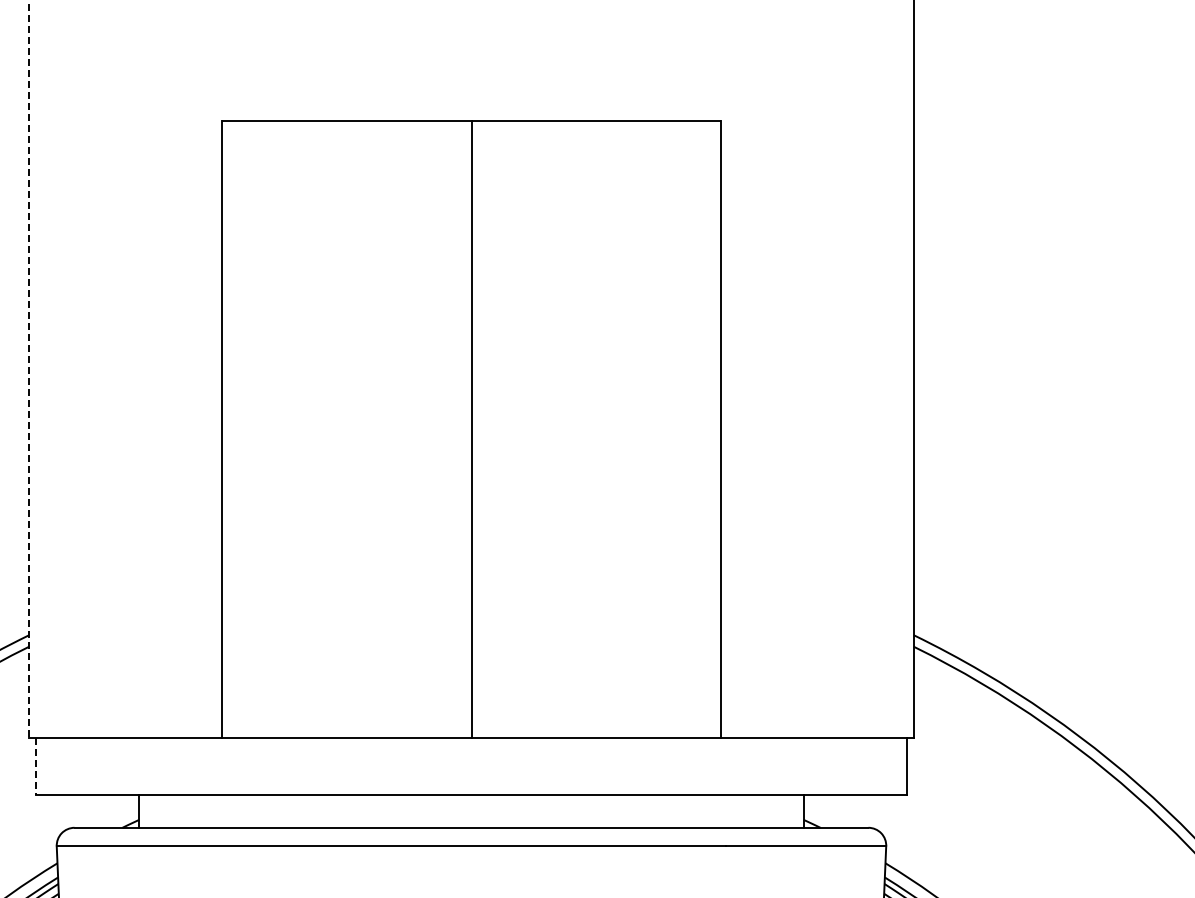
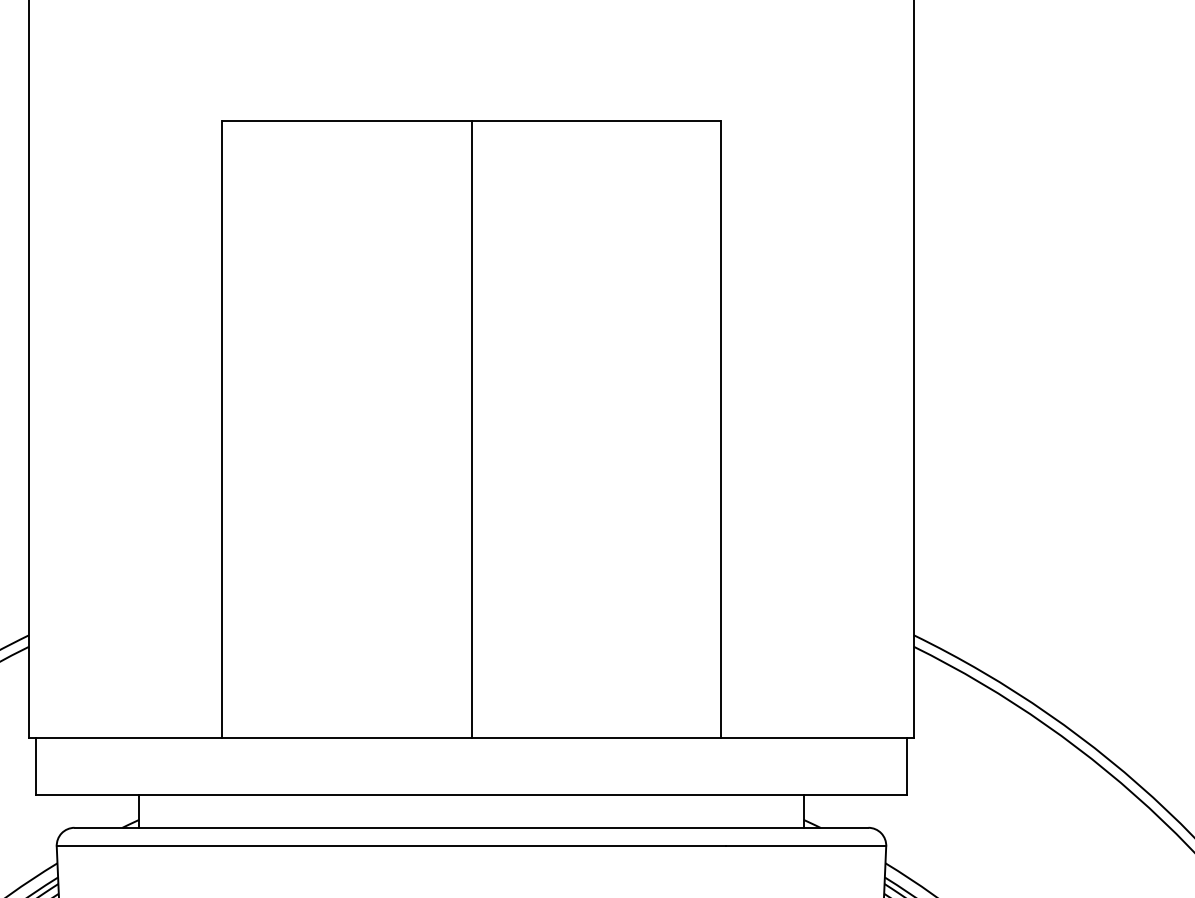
line at (29, 369): dashed -> solid
line at (36, 766): dashed -> solid
